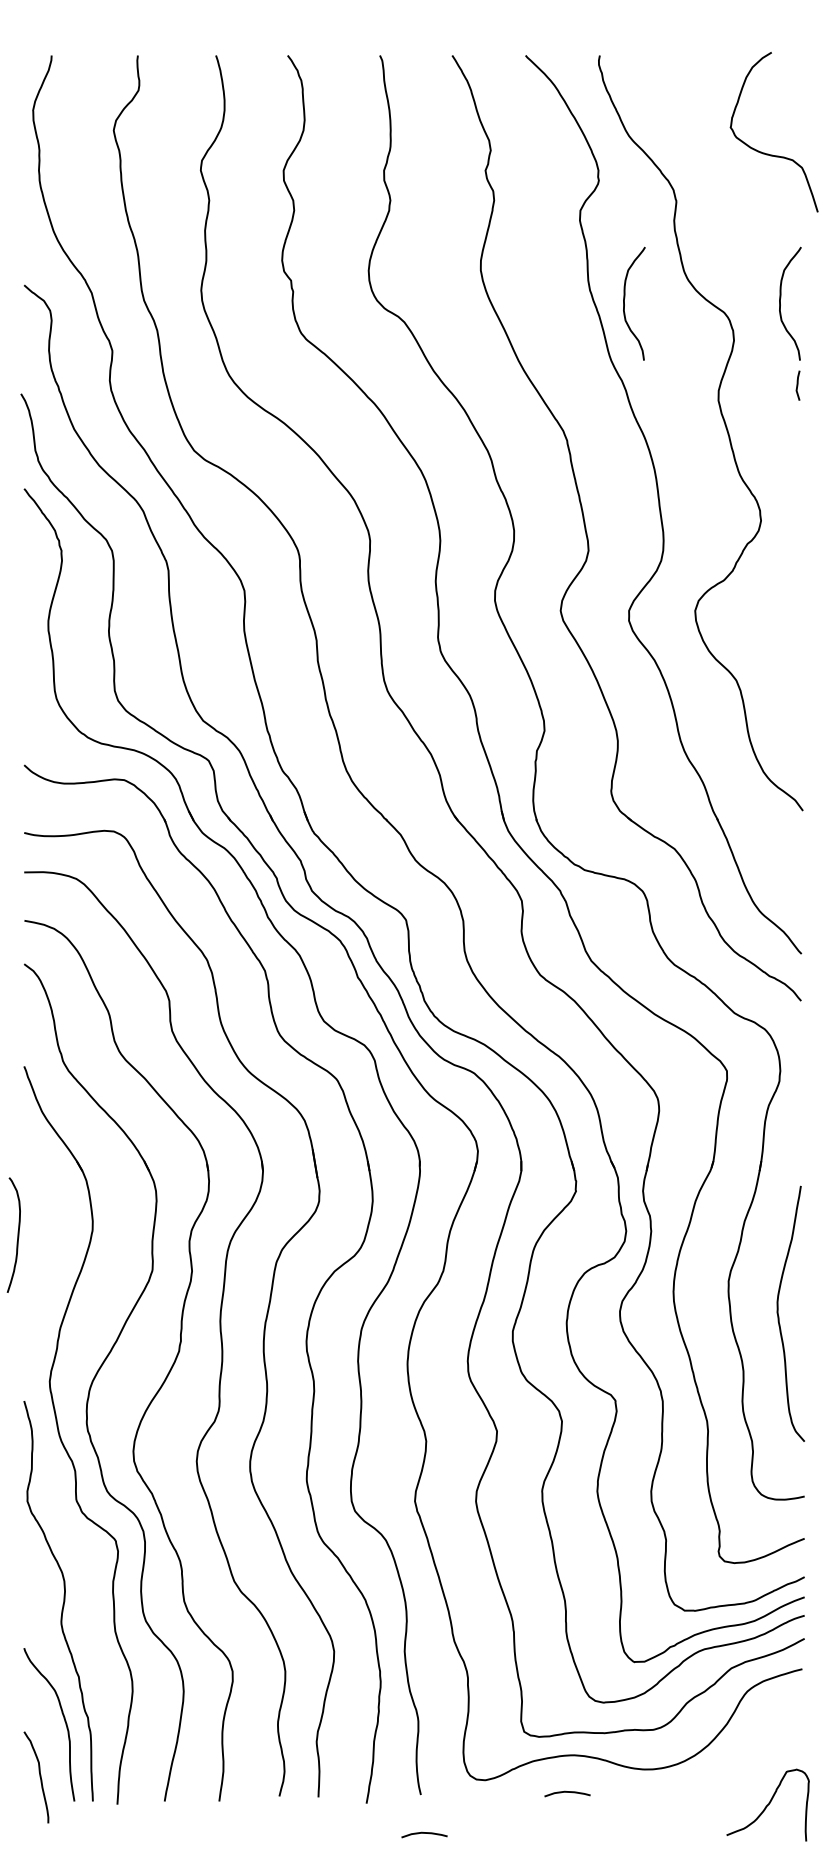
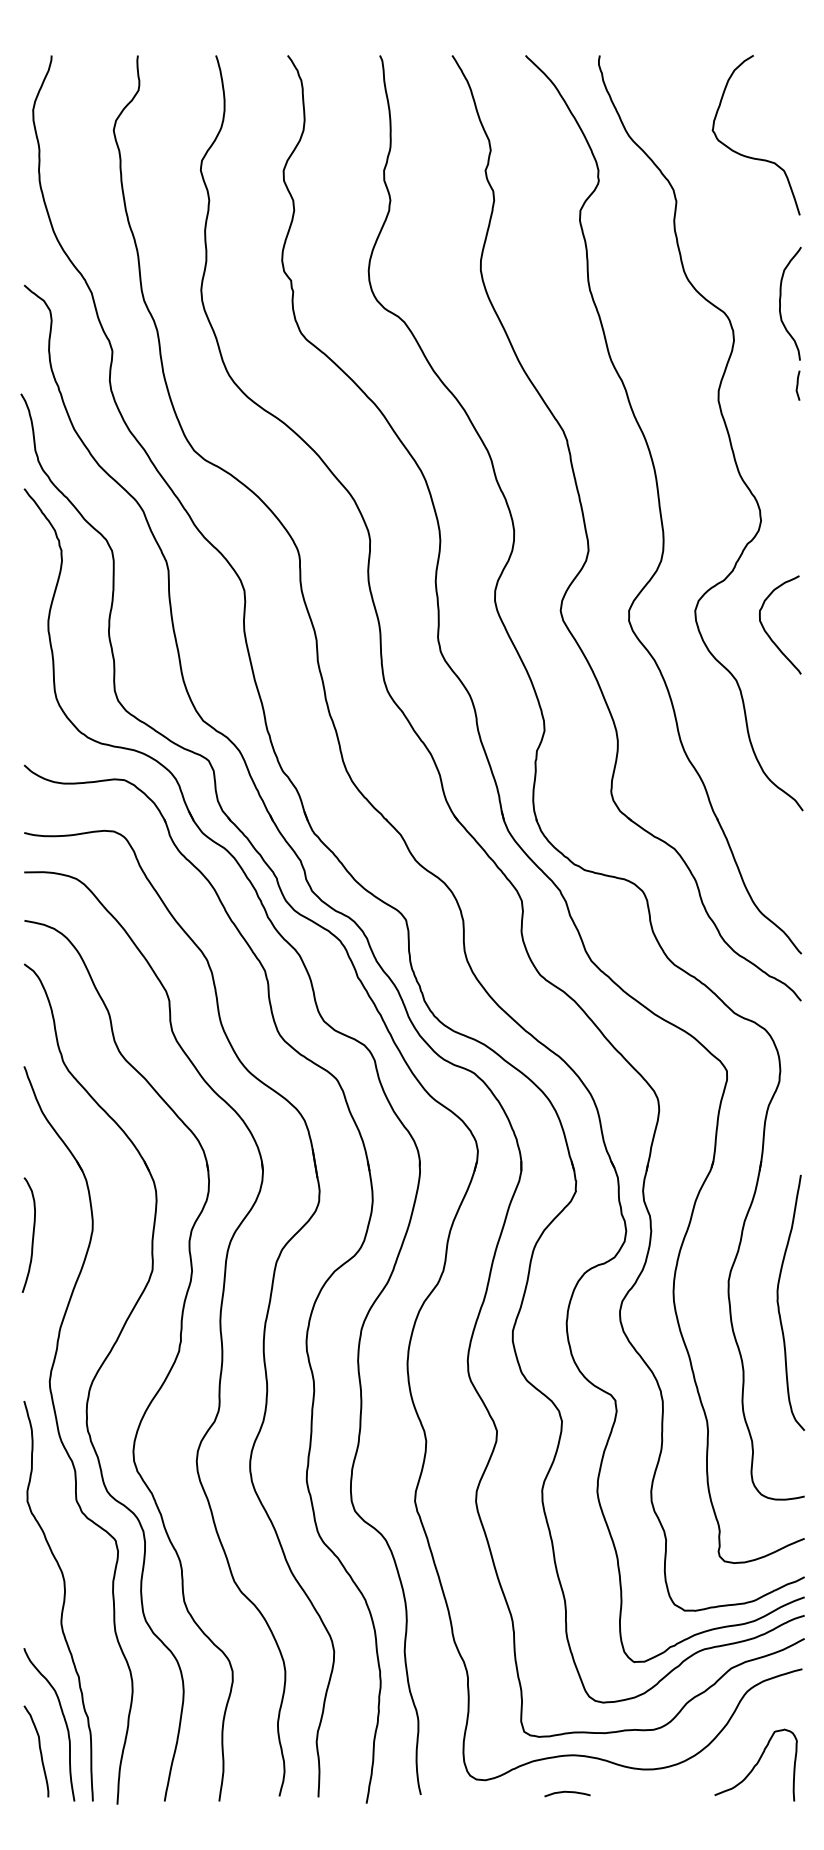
curve at (768, 153) position: (768, 153) -> (750, 156)
curve at (624, 303): present -> none
curve at (768, 633): none -> present
curve at (17, 1234) position: (17, 1234) -> (32, 1234)
curve at (779, 1316) position: (779, 1316) -> (779, 1305)
curve at (39, 1777) position: (39, 1777) -> (39, 1751)
curve at (767, 1804) position: (767, 1804) -> (755, 1764)
curve at (424, 1833): present -> none
